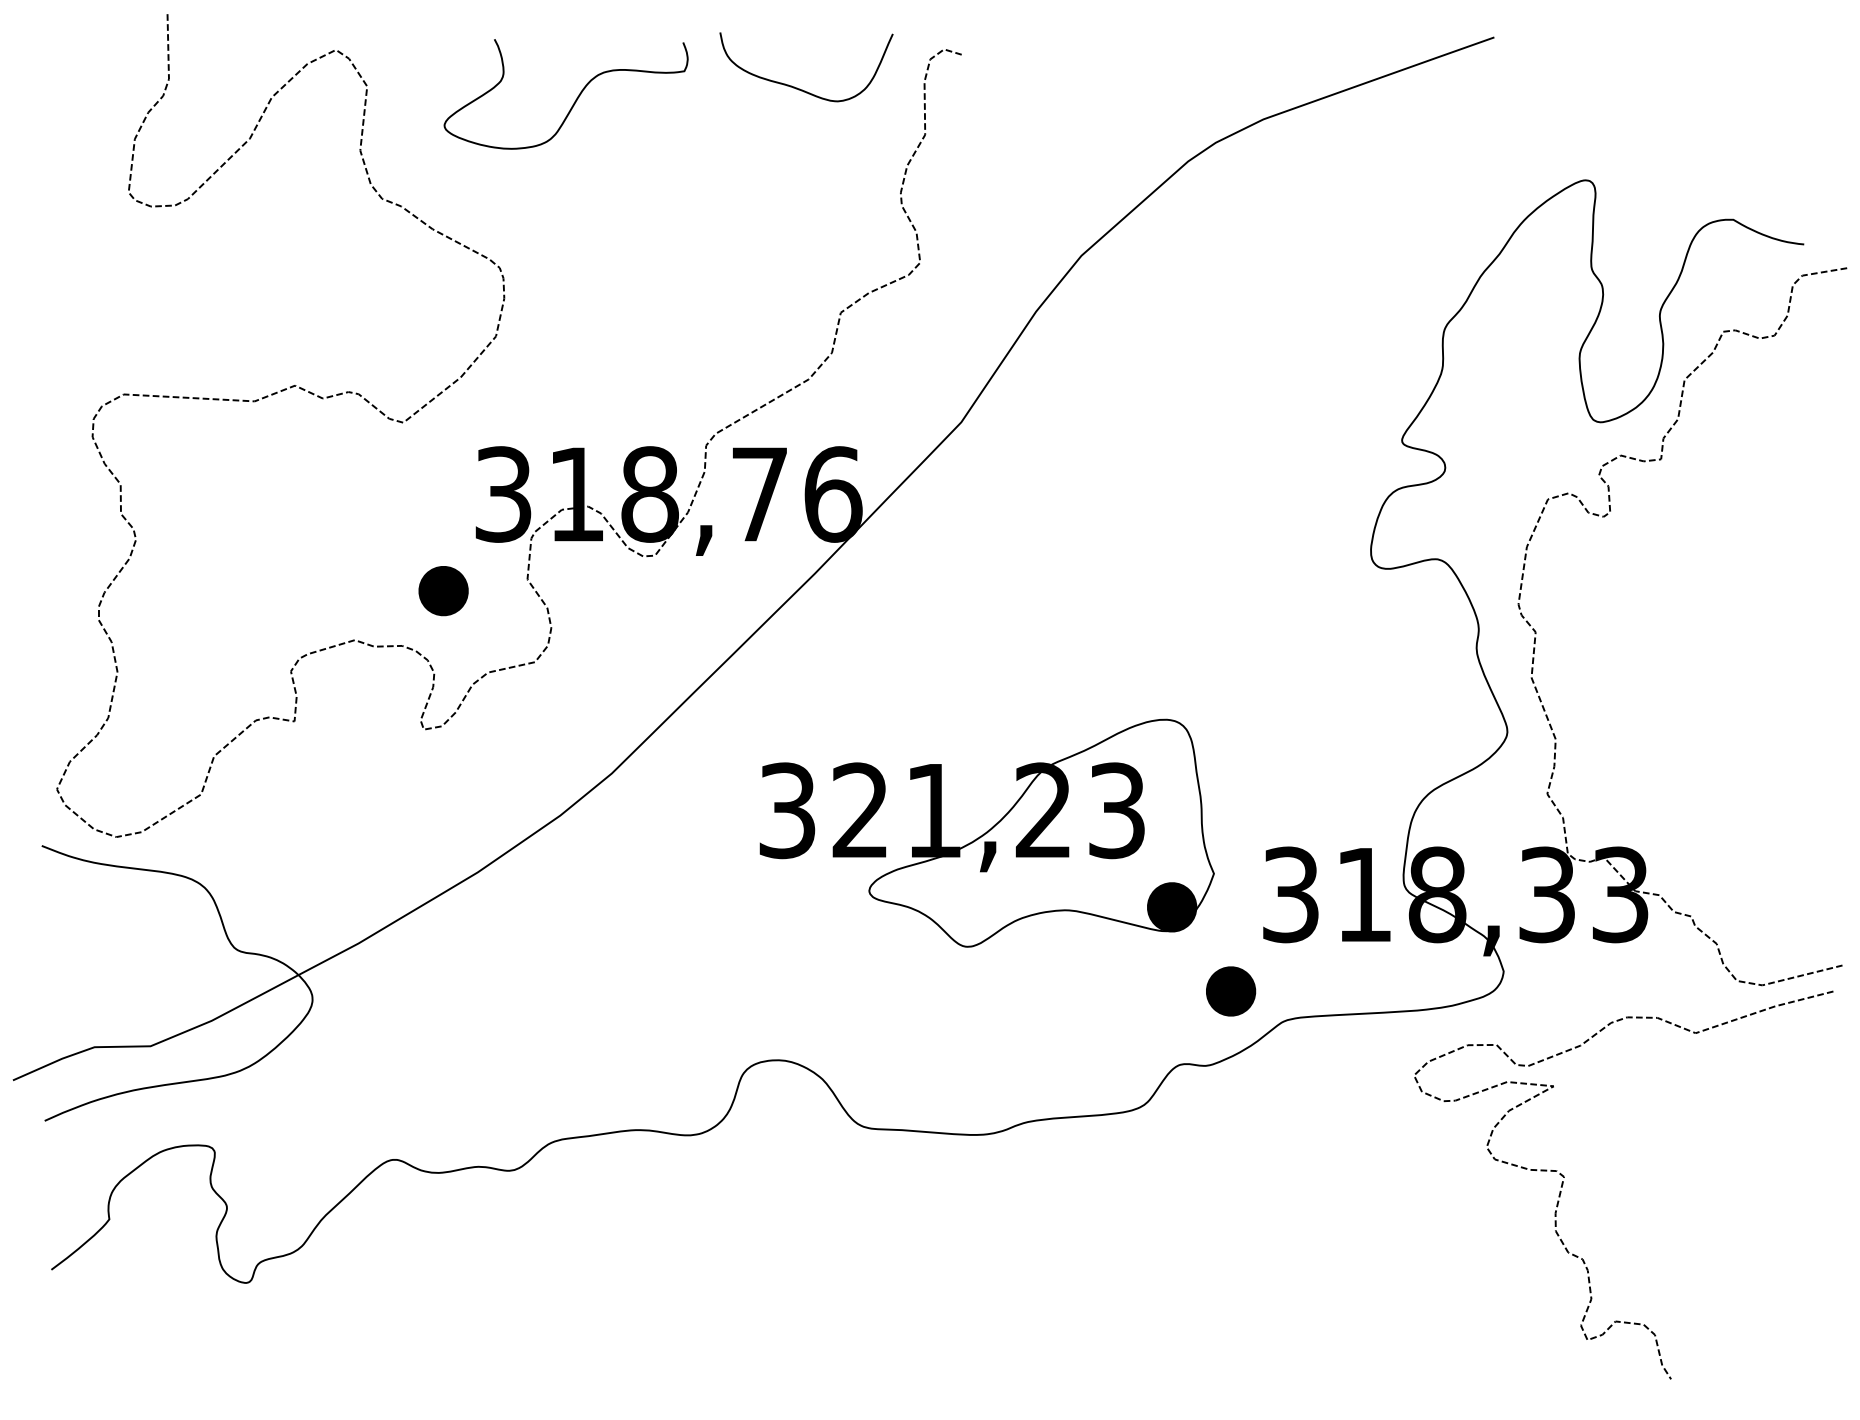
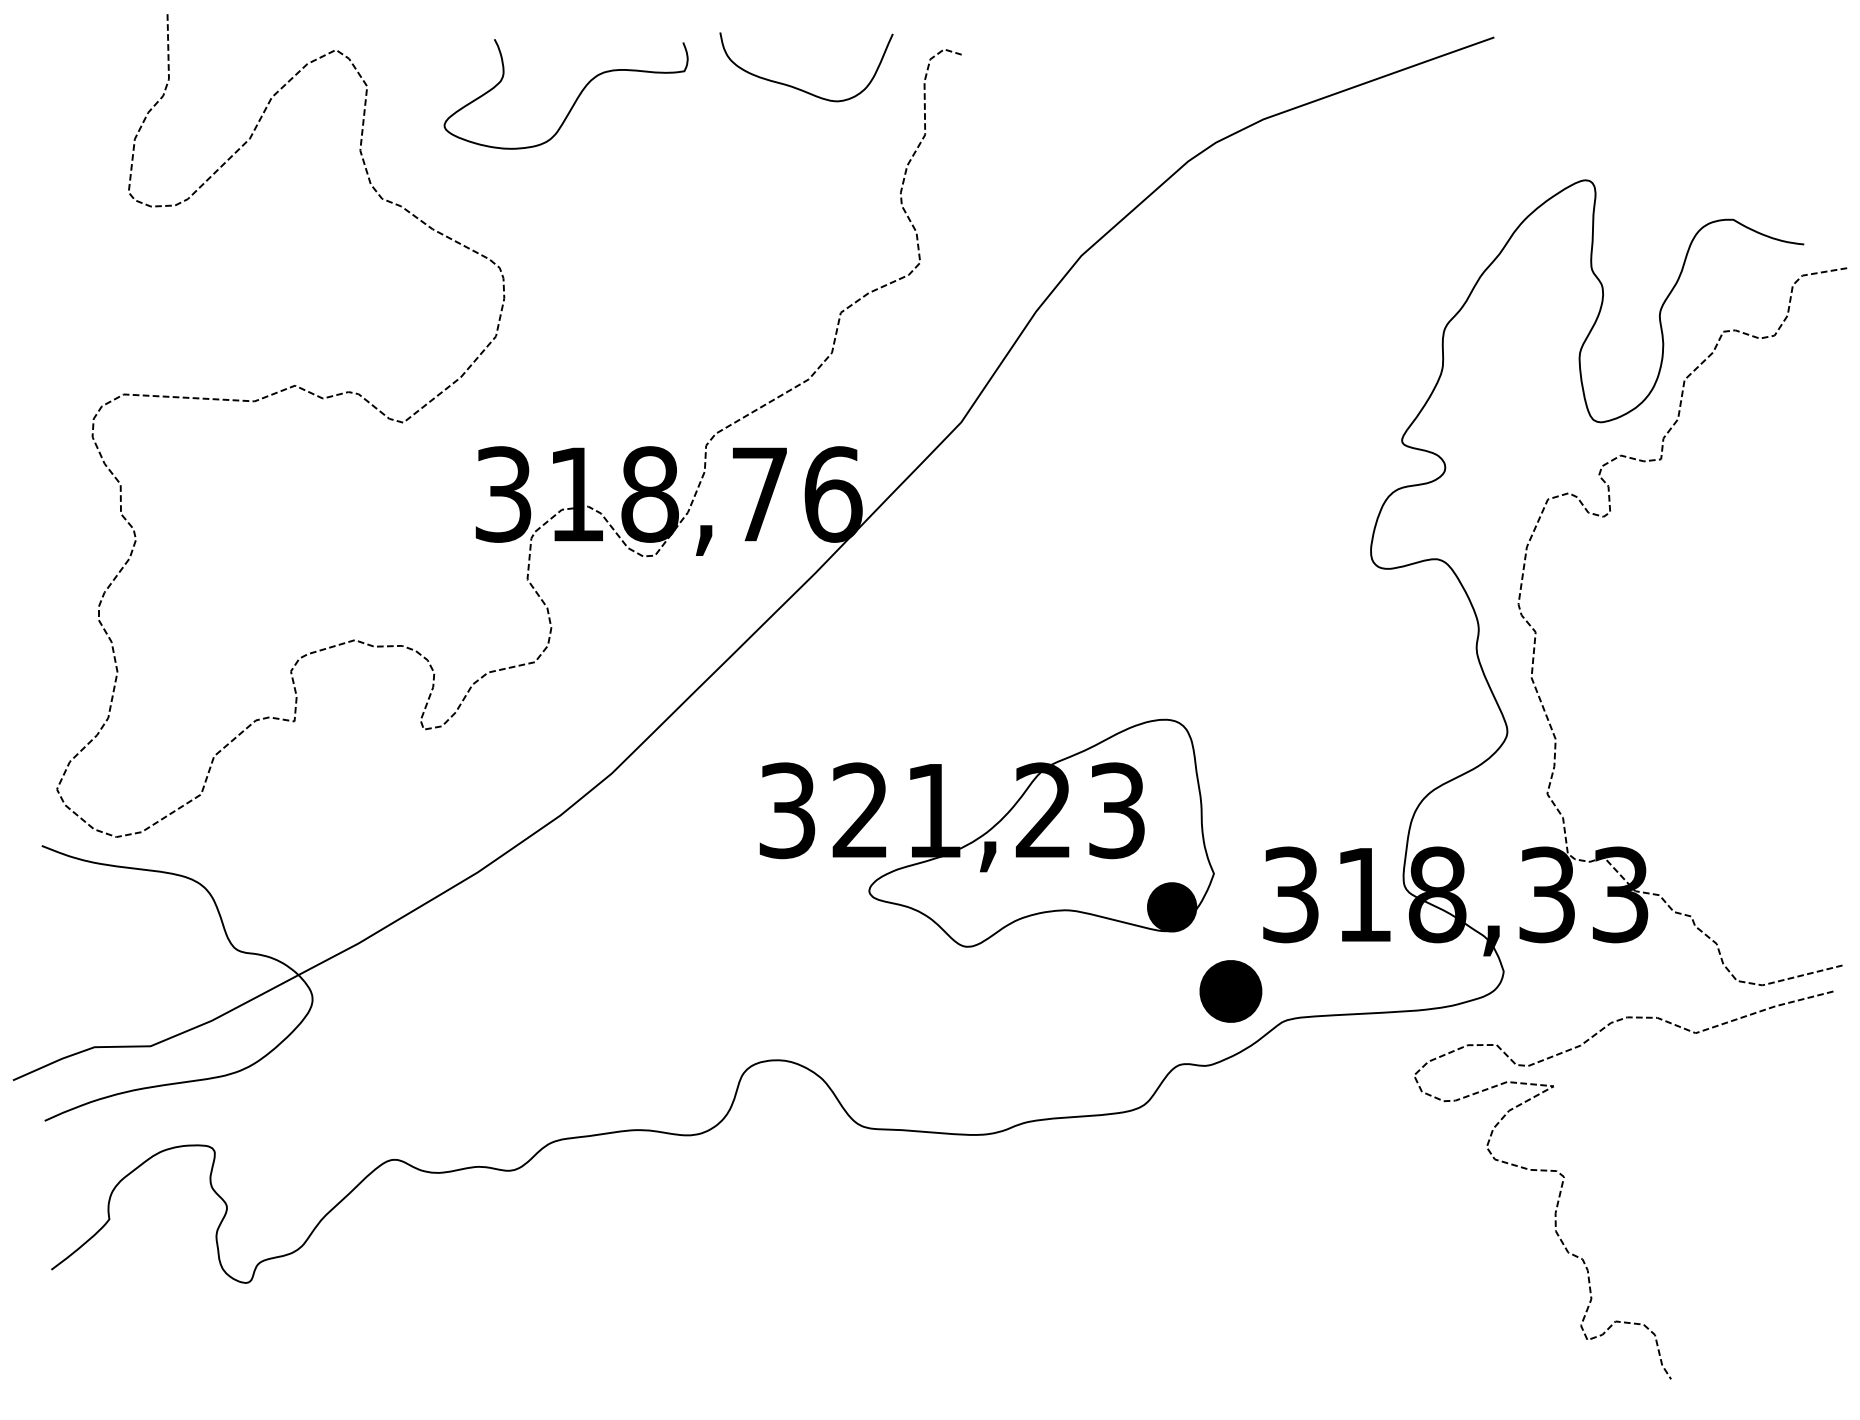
part at (443, 591): present -> none
part at (1231, 991) size: 51x51 px -> 64x63 px
